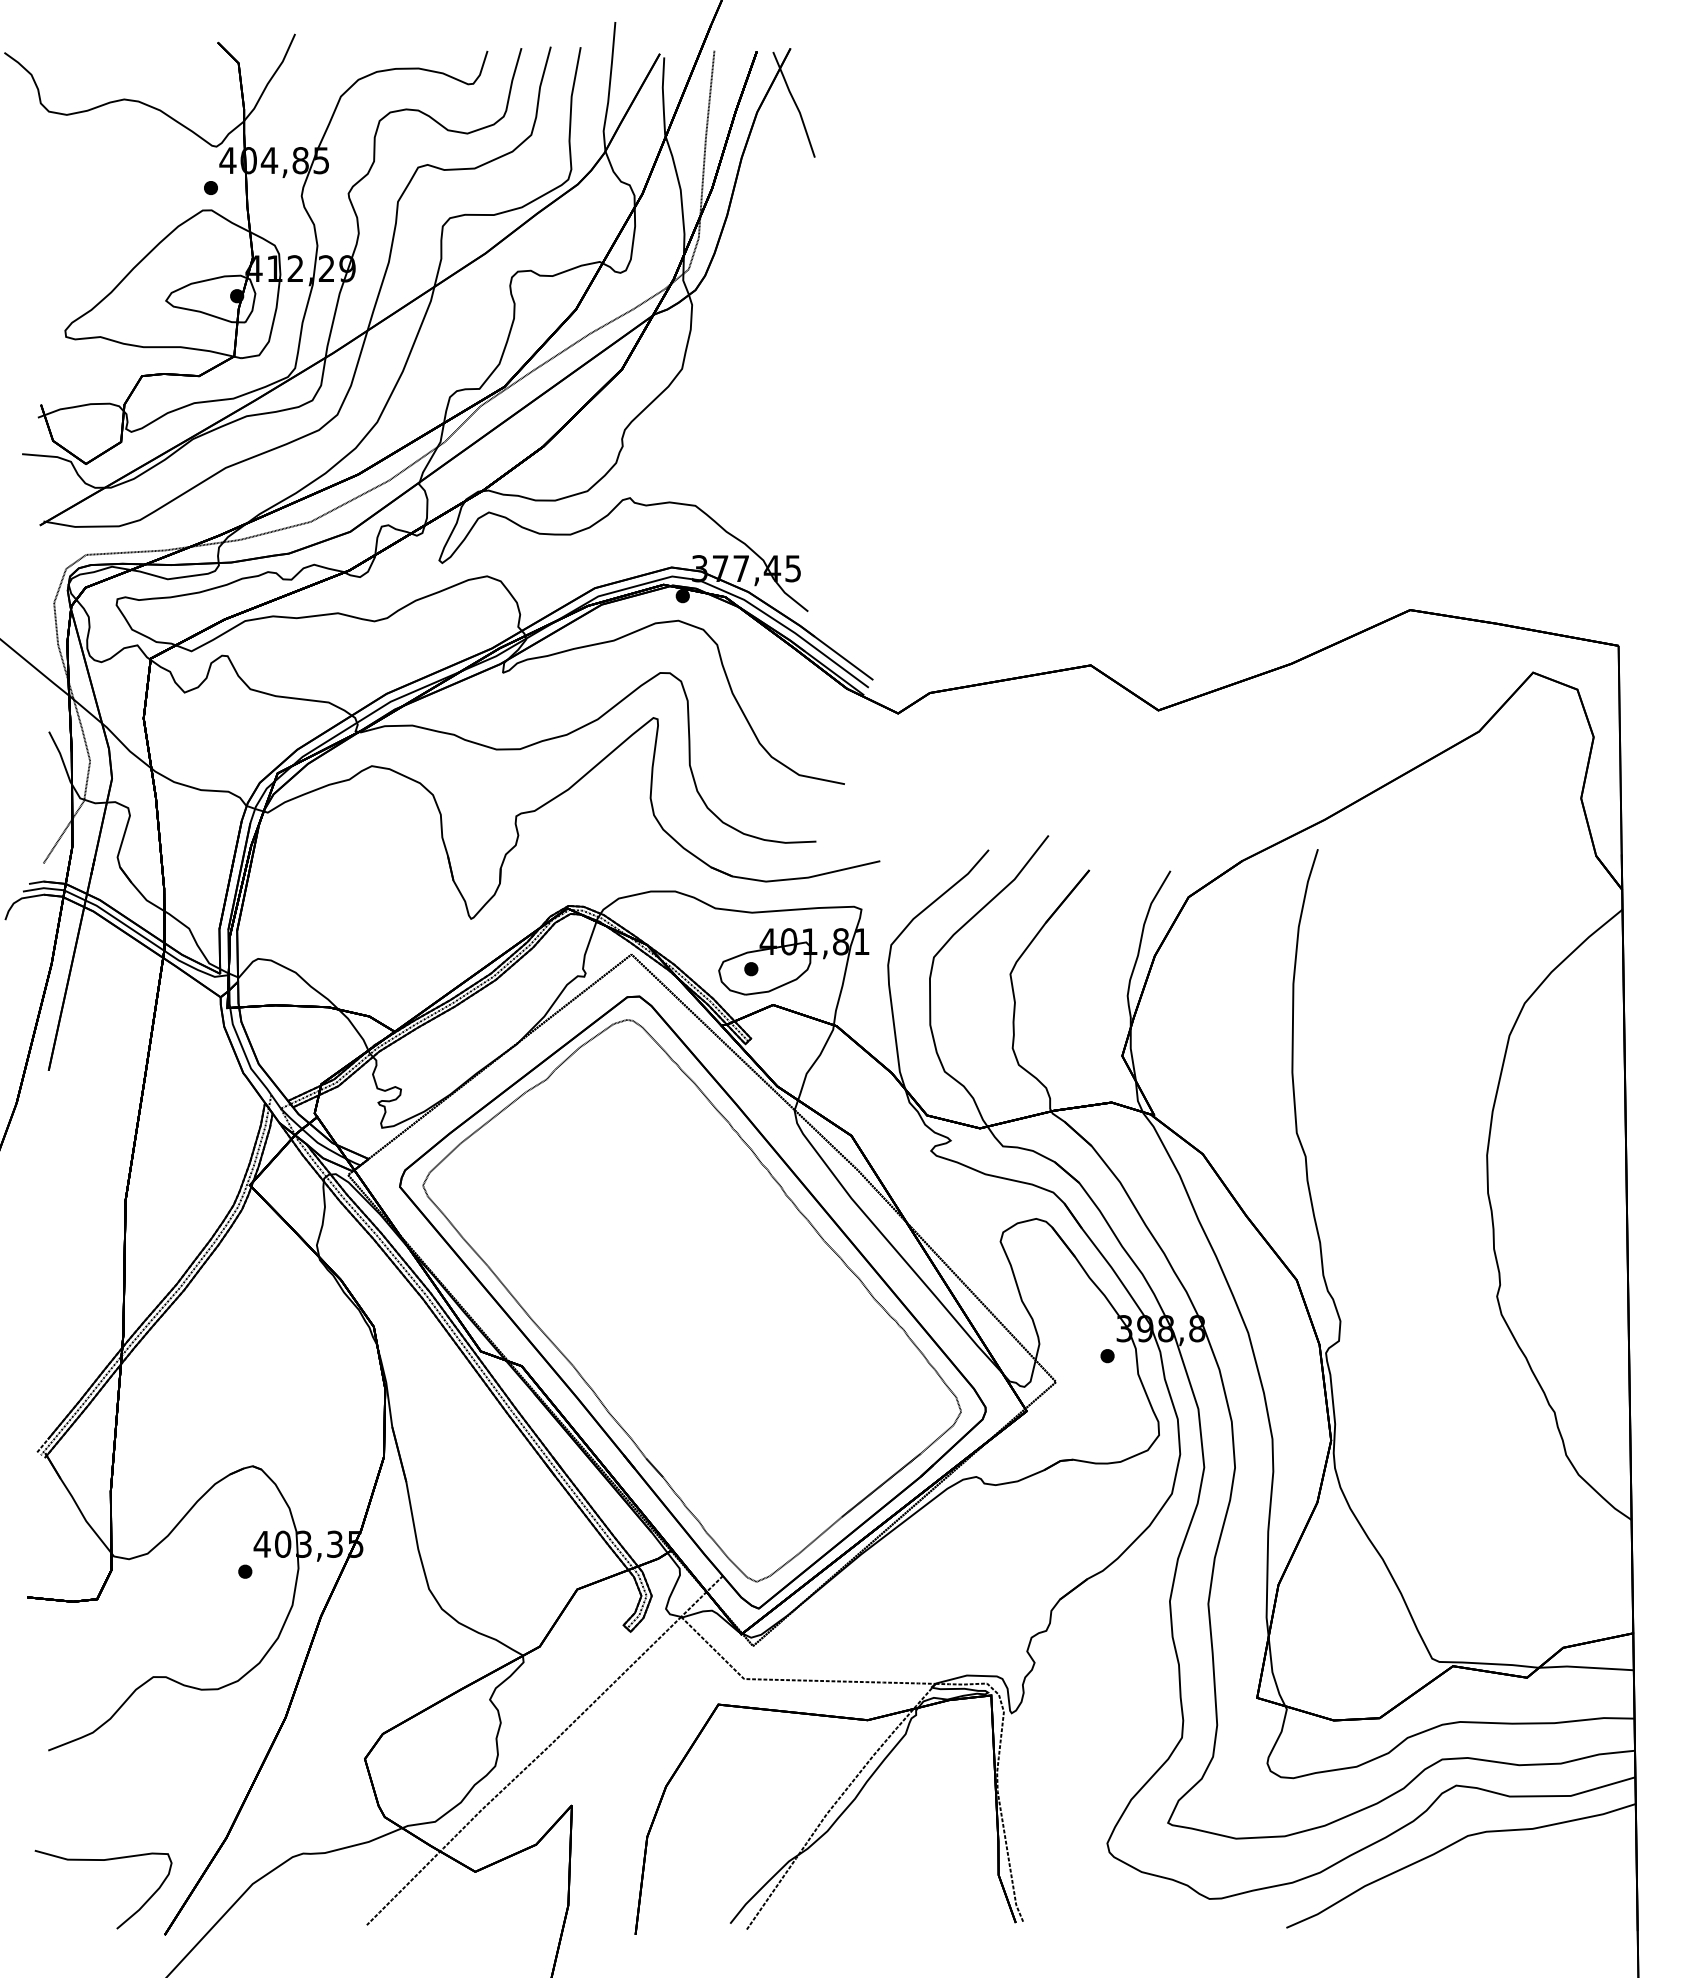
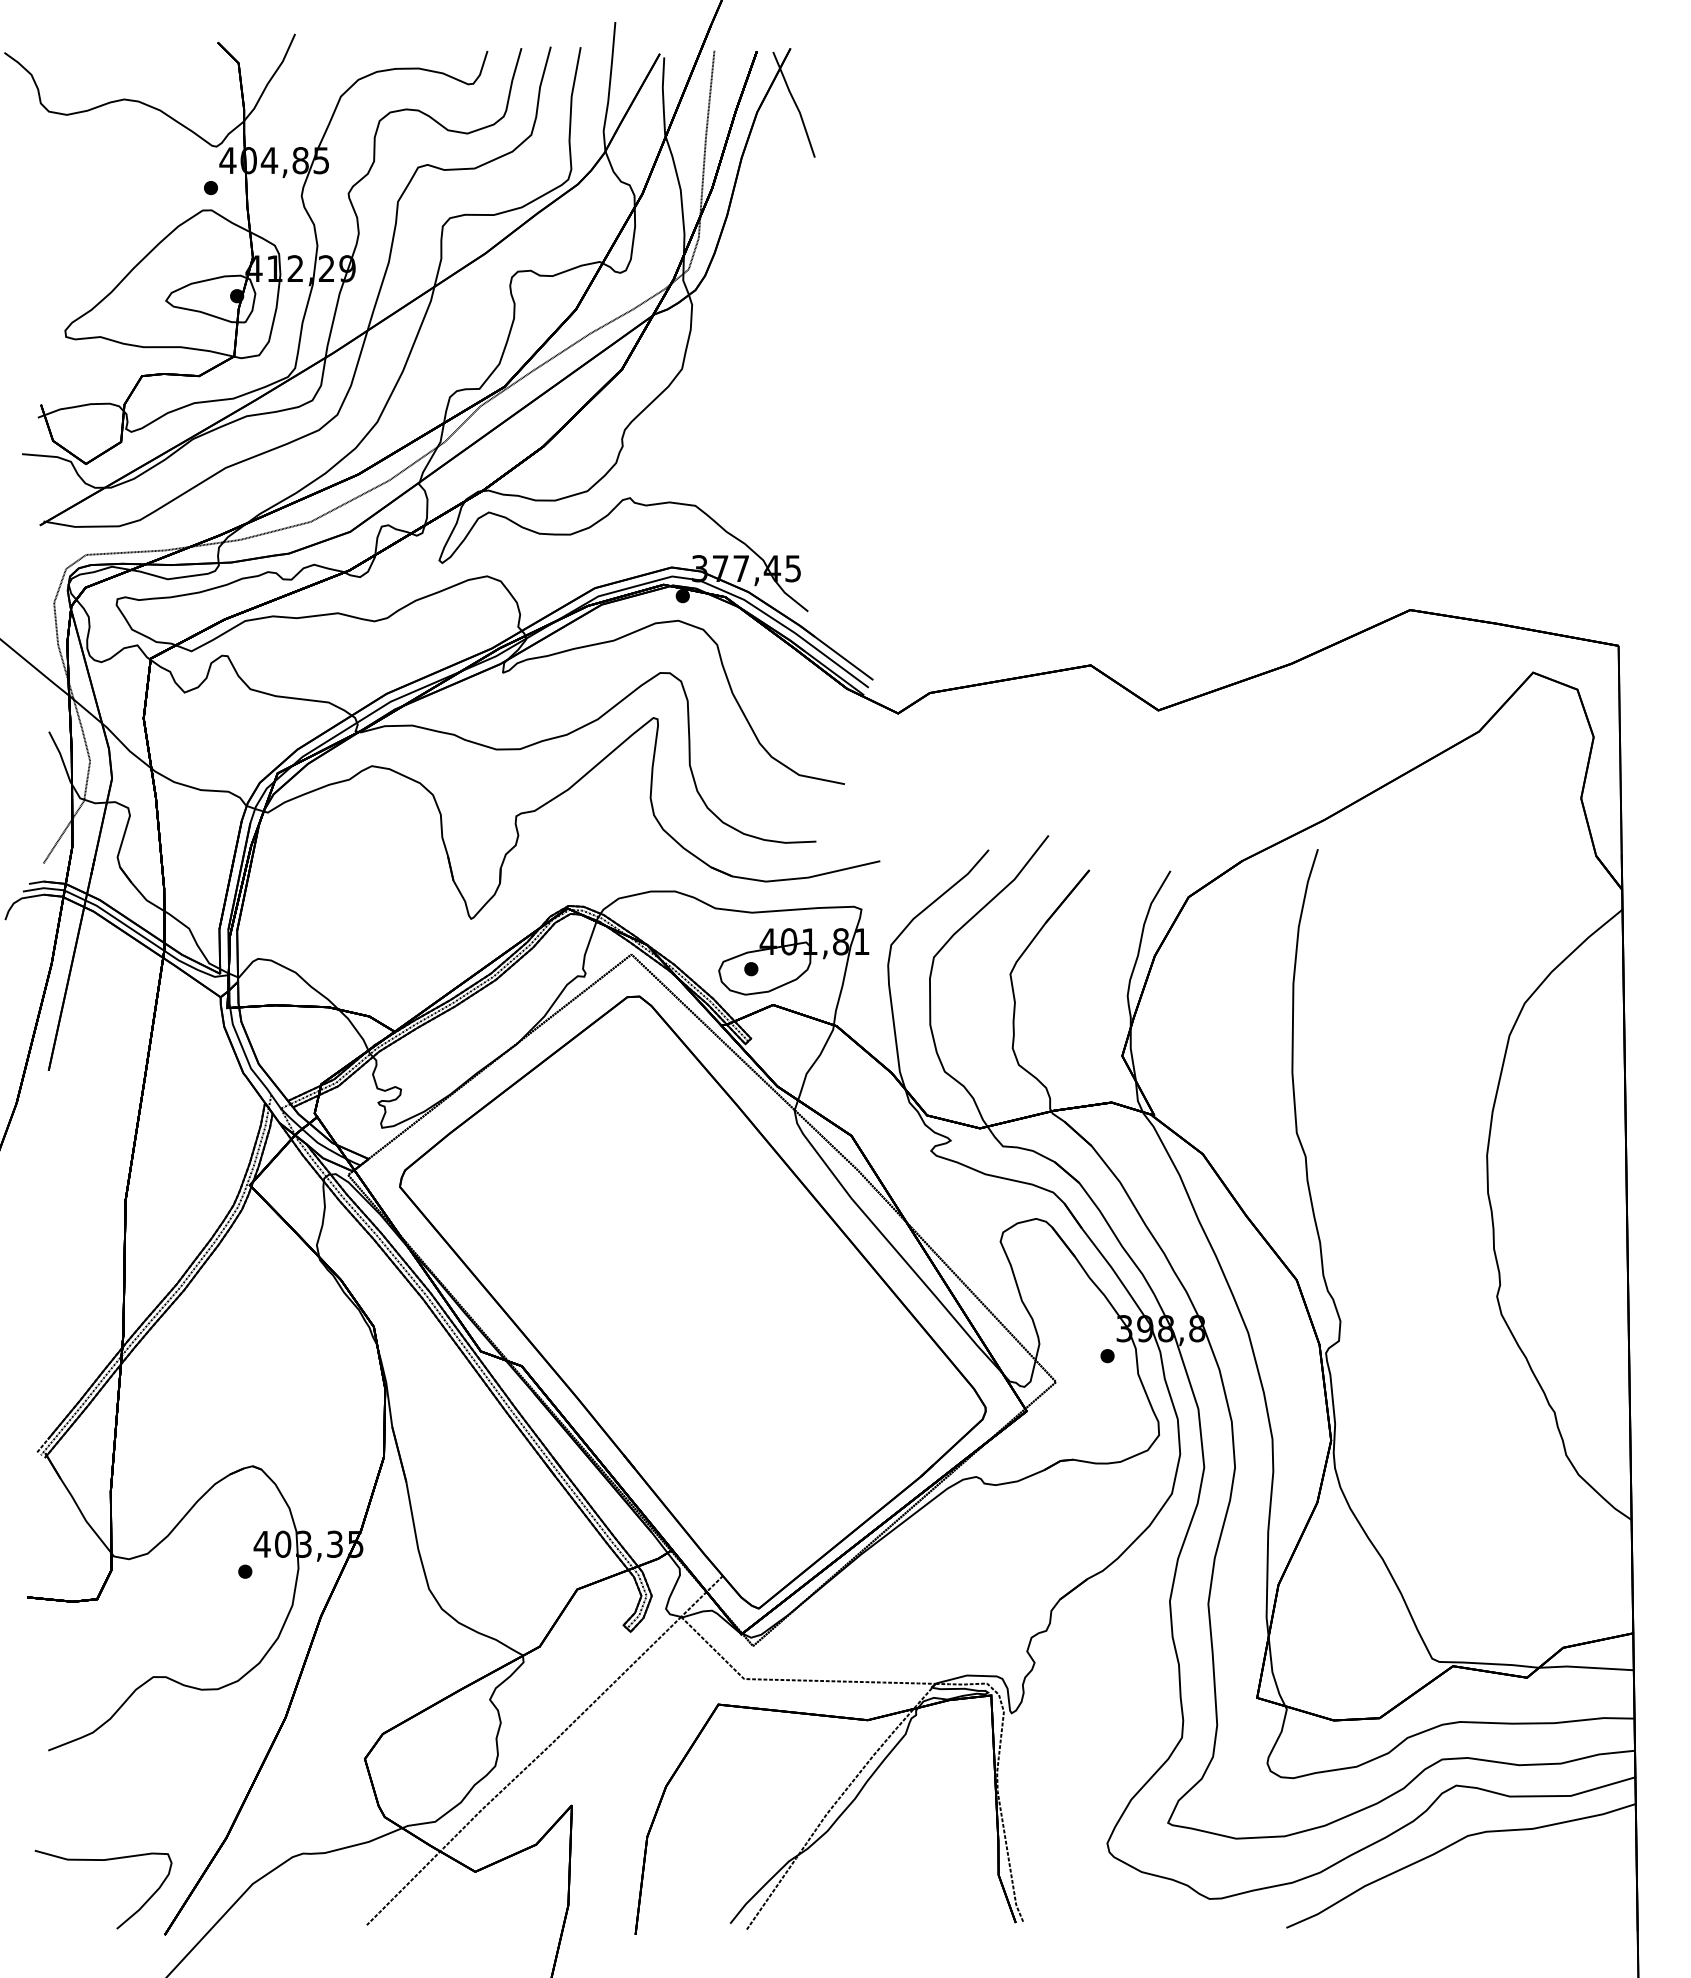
part at (691, 1300): present -> none
